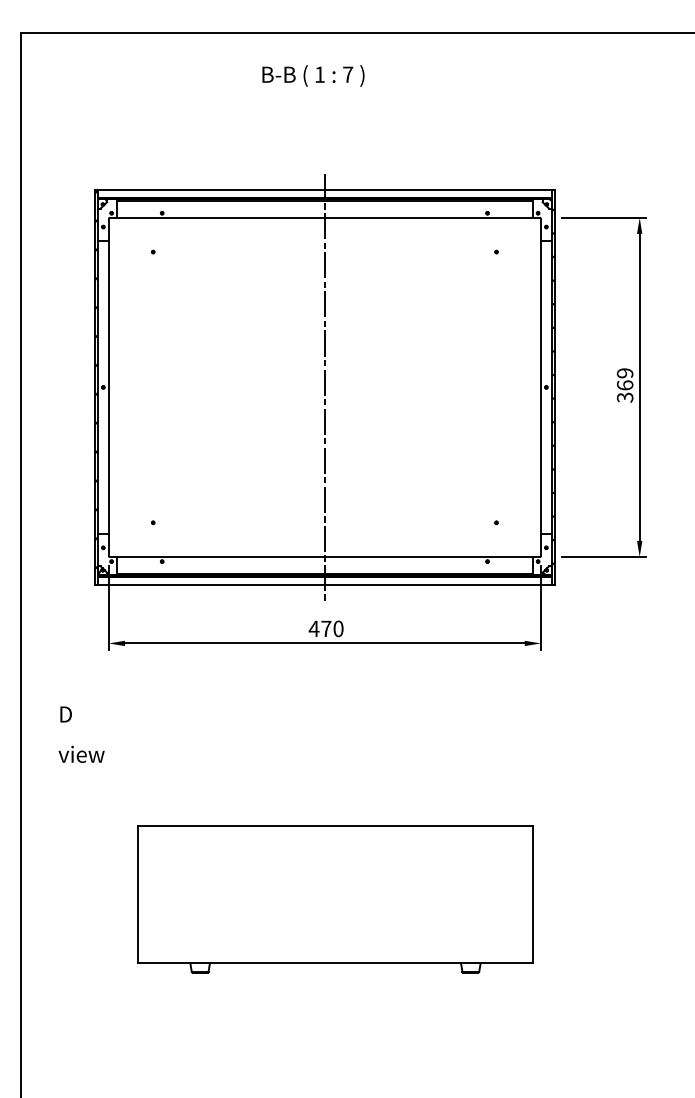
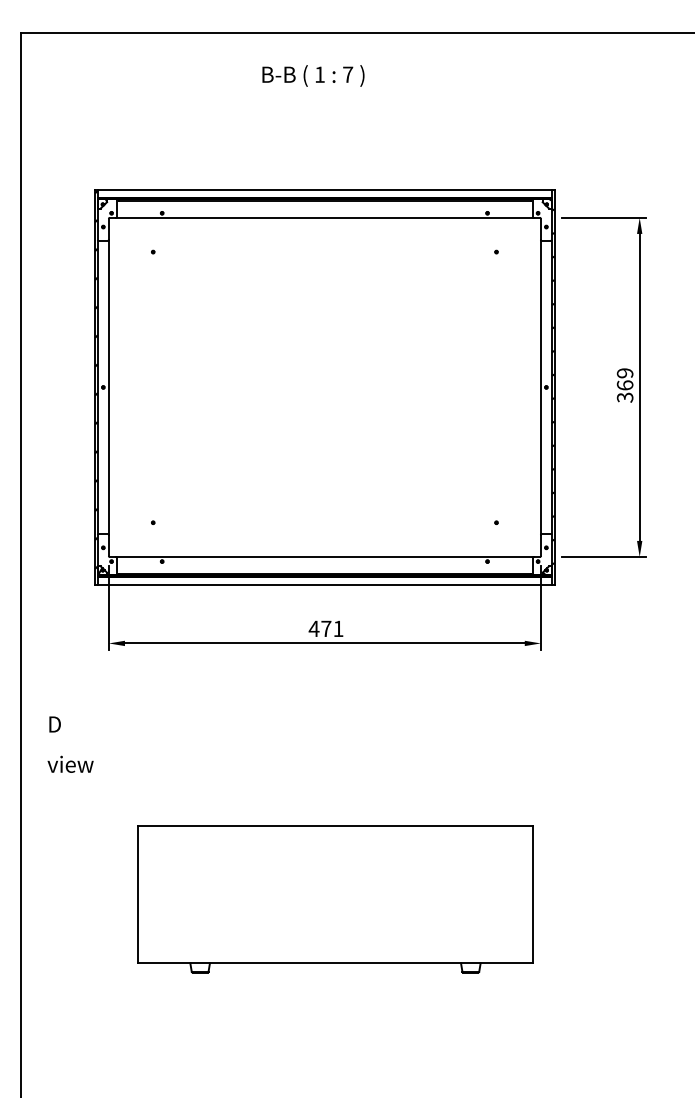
line at (324, 387): present -> none
text at (338, 628): 470 -> 471
text at (81, 734) position: (81, 734) -> (70, 744)
